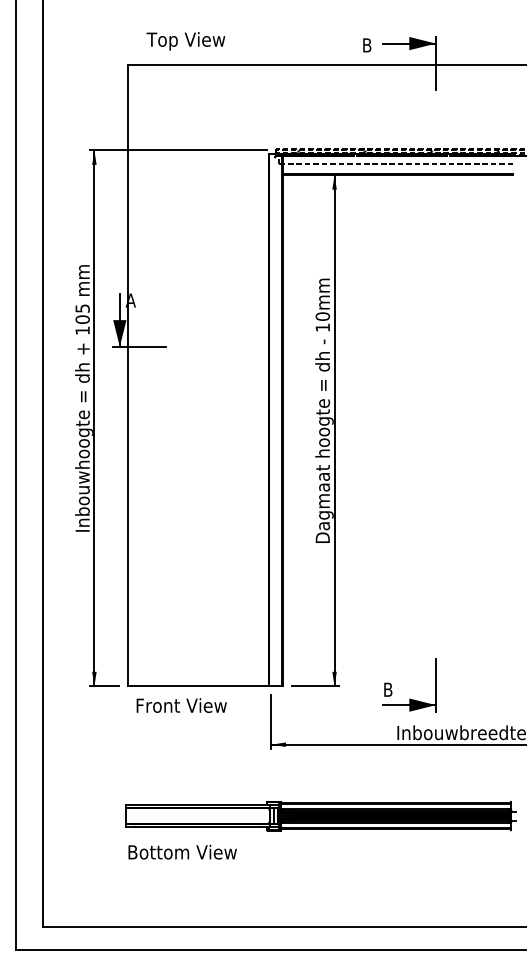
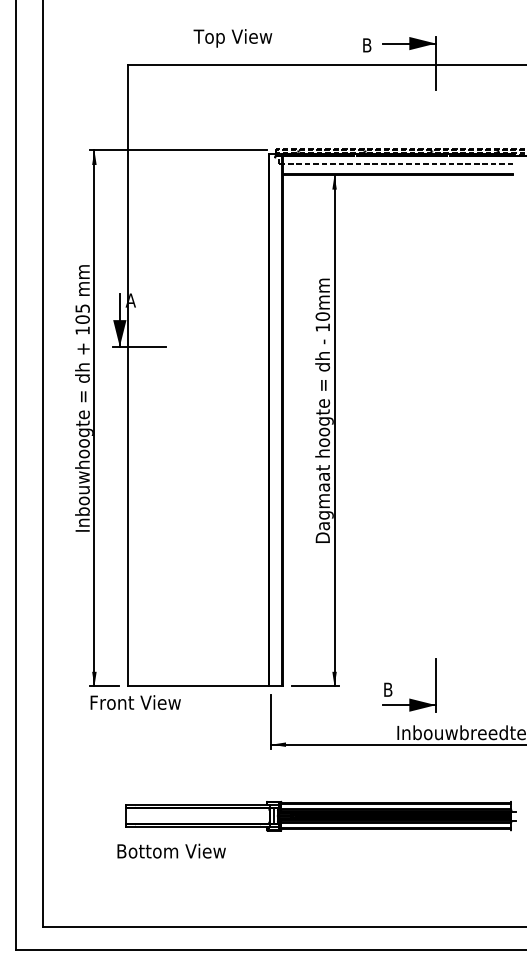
text at (185, 41) position: (185, 41) -> (232, 38)
text at (181, 705) position: (181, 705) -> (135, 702)
text at (182, 851) position: (182, 851) -> (171, 850)
